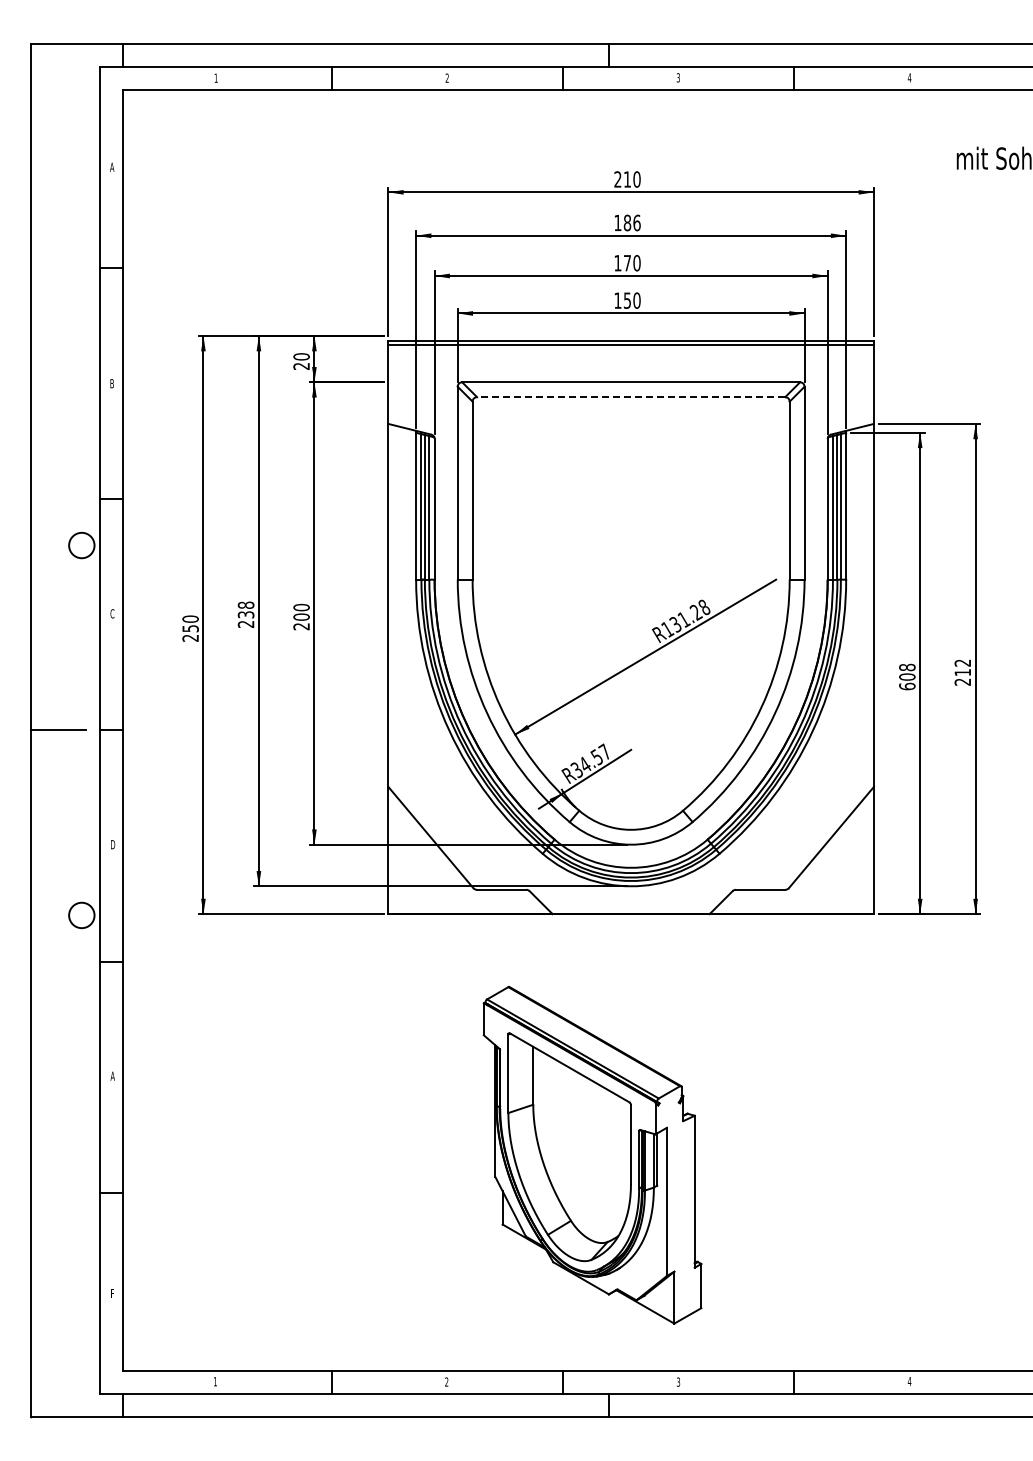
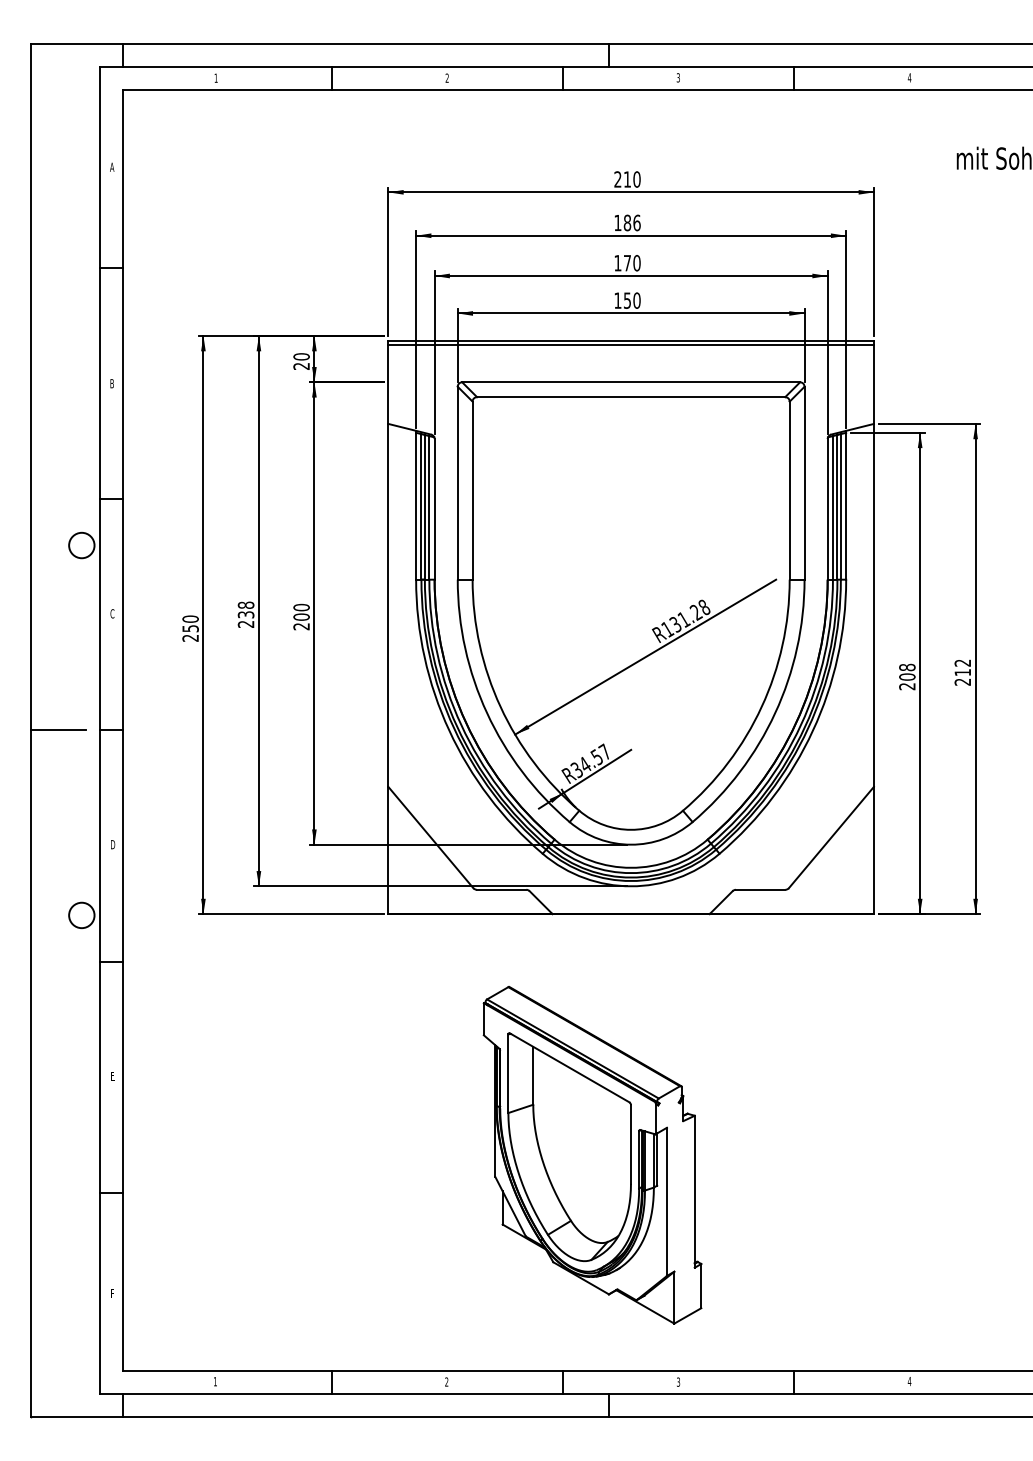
line at (630, 397): dashed -> solid
text at (907, 686): 608 -> 208
text at (112, 1075): A -> E
